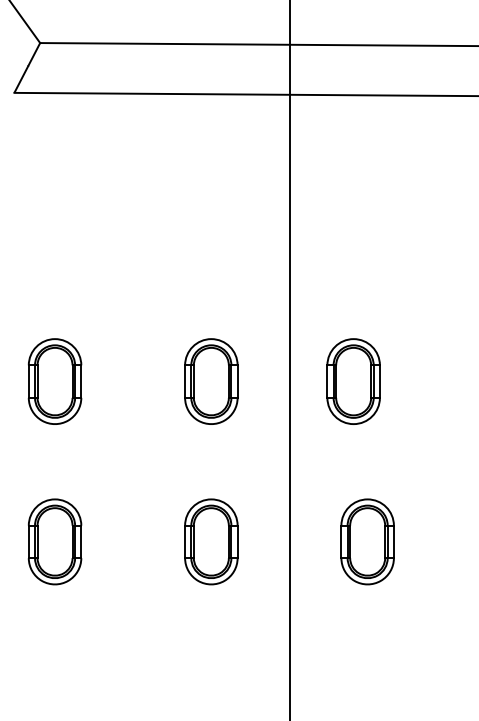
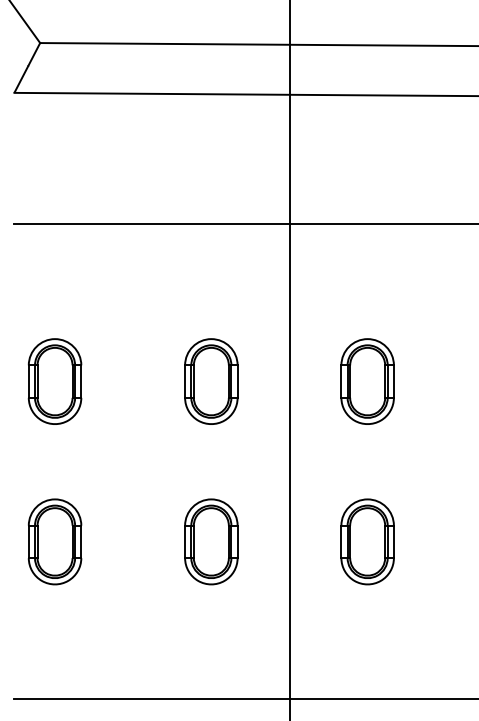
line at (244, 224): none -> present
part at (353, 381) position: (353, 381) -> (367, 381)
line at (244, 699): none -> present
